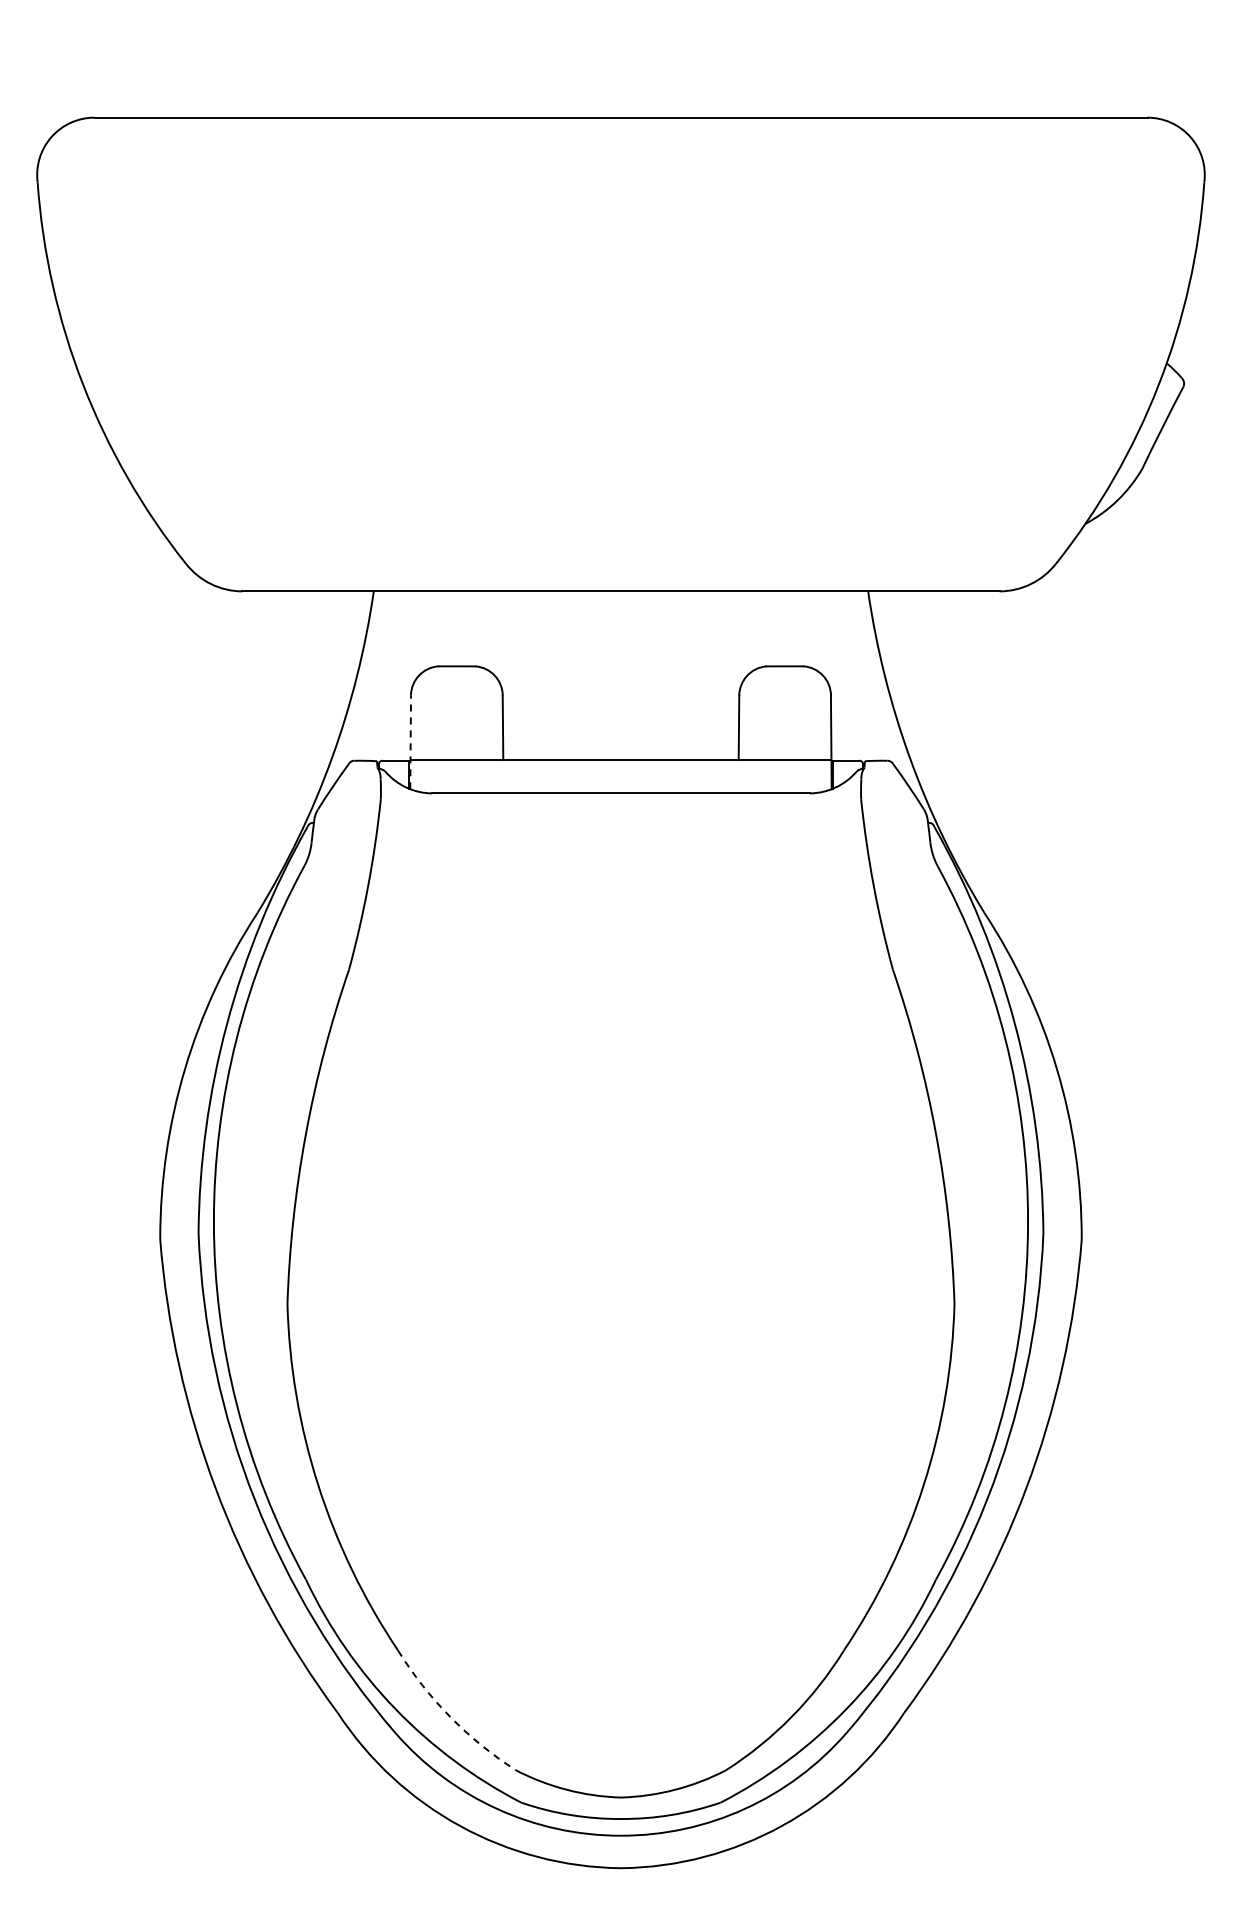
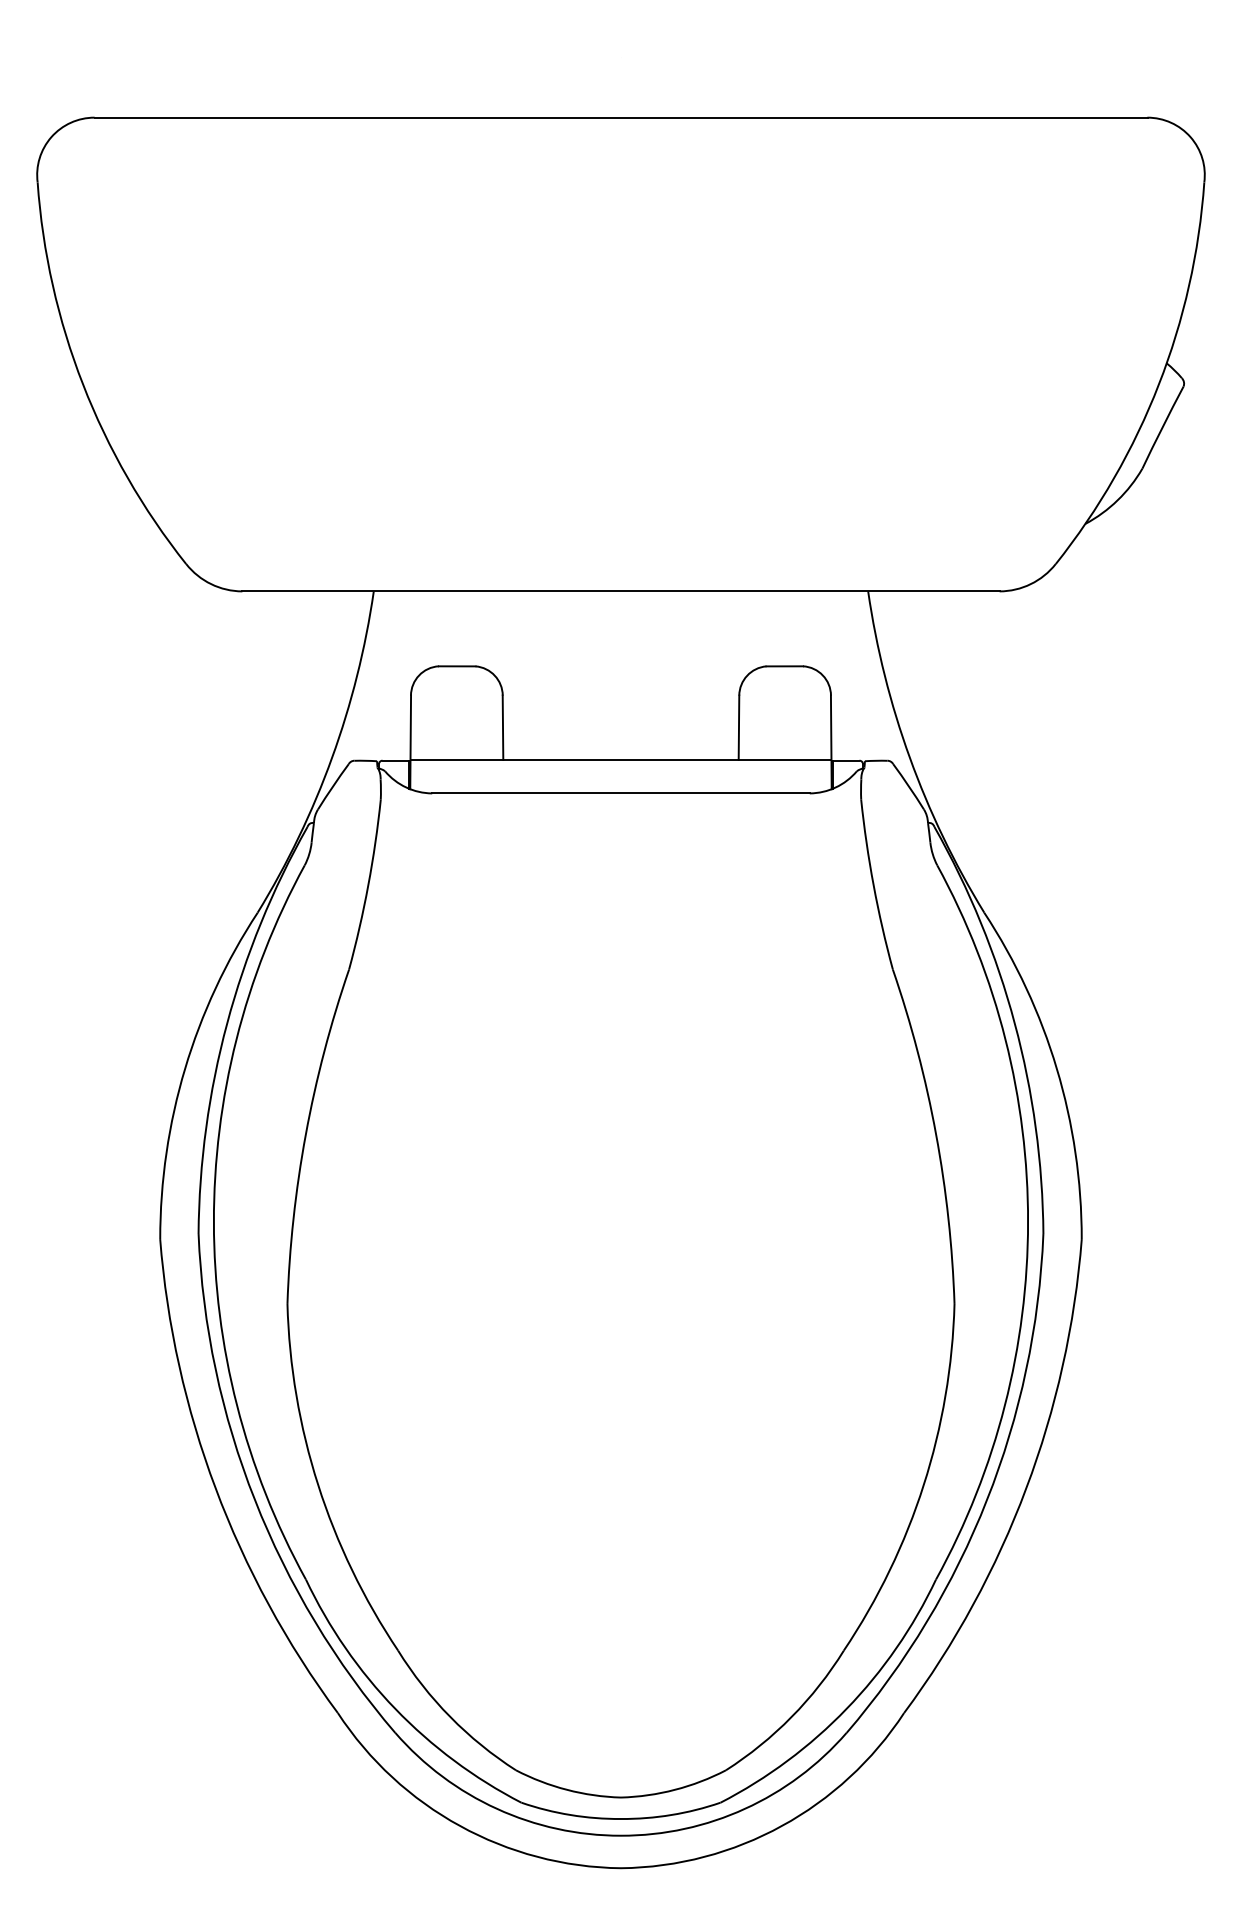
line at (410, 742): dashed -> solid
arc at (450, 1717): dashed -> solid
